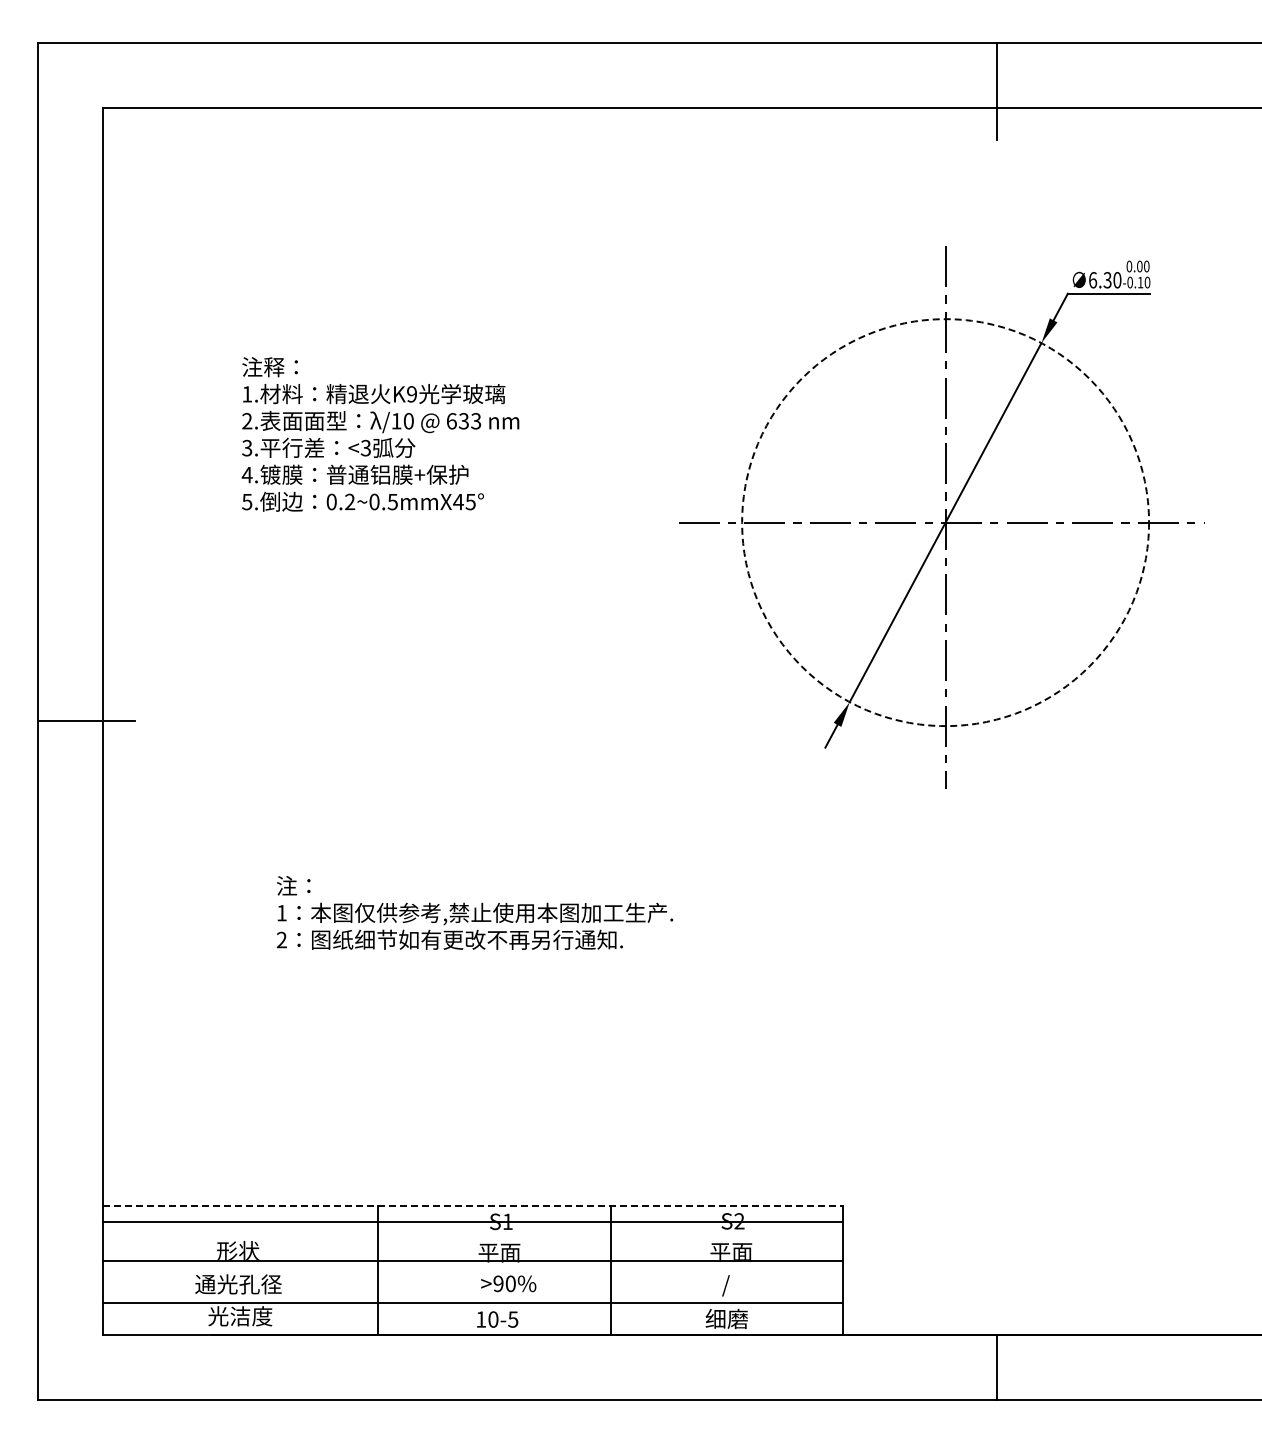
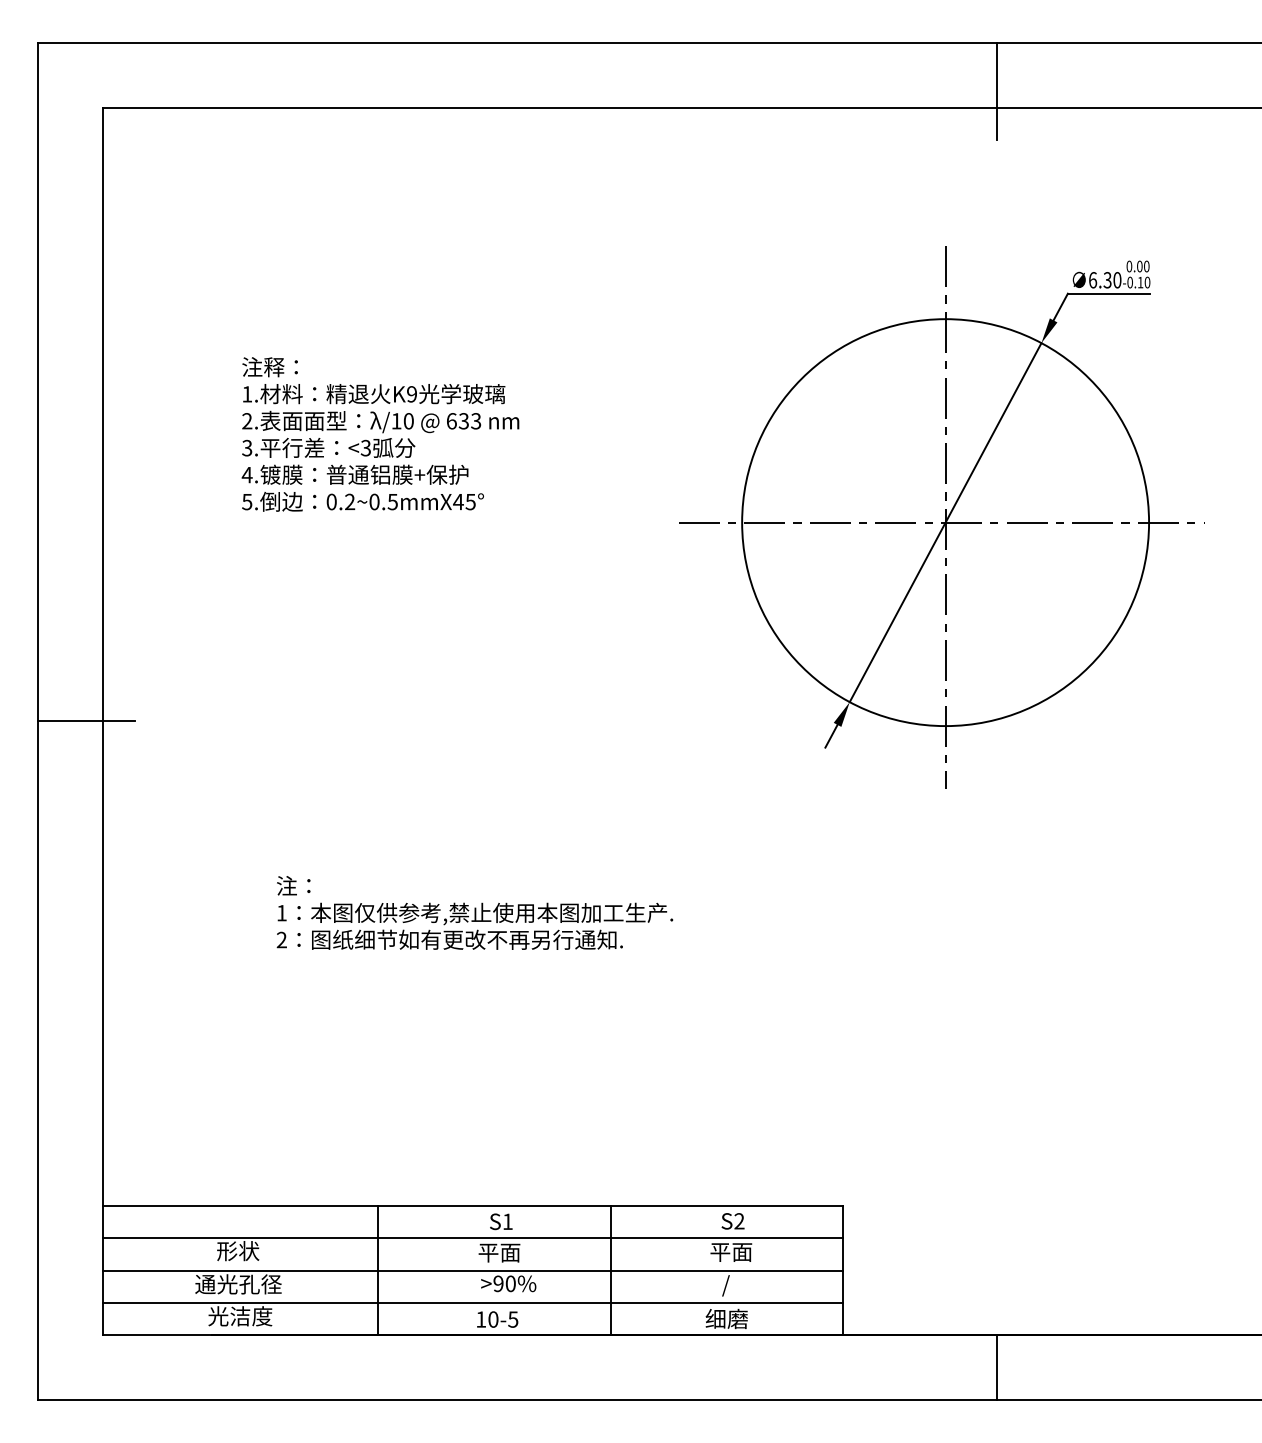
circle at (945, 522): dashed -> solid
line at (473, 1205): dashed -> solid
line at (472, 1222) position: (472, 1222) -> (472, 1238)
line at (472, 1260) position: (472, 1260) -> (472, 1270)
